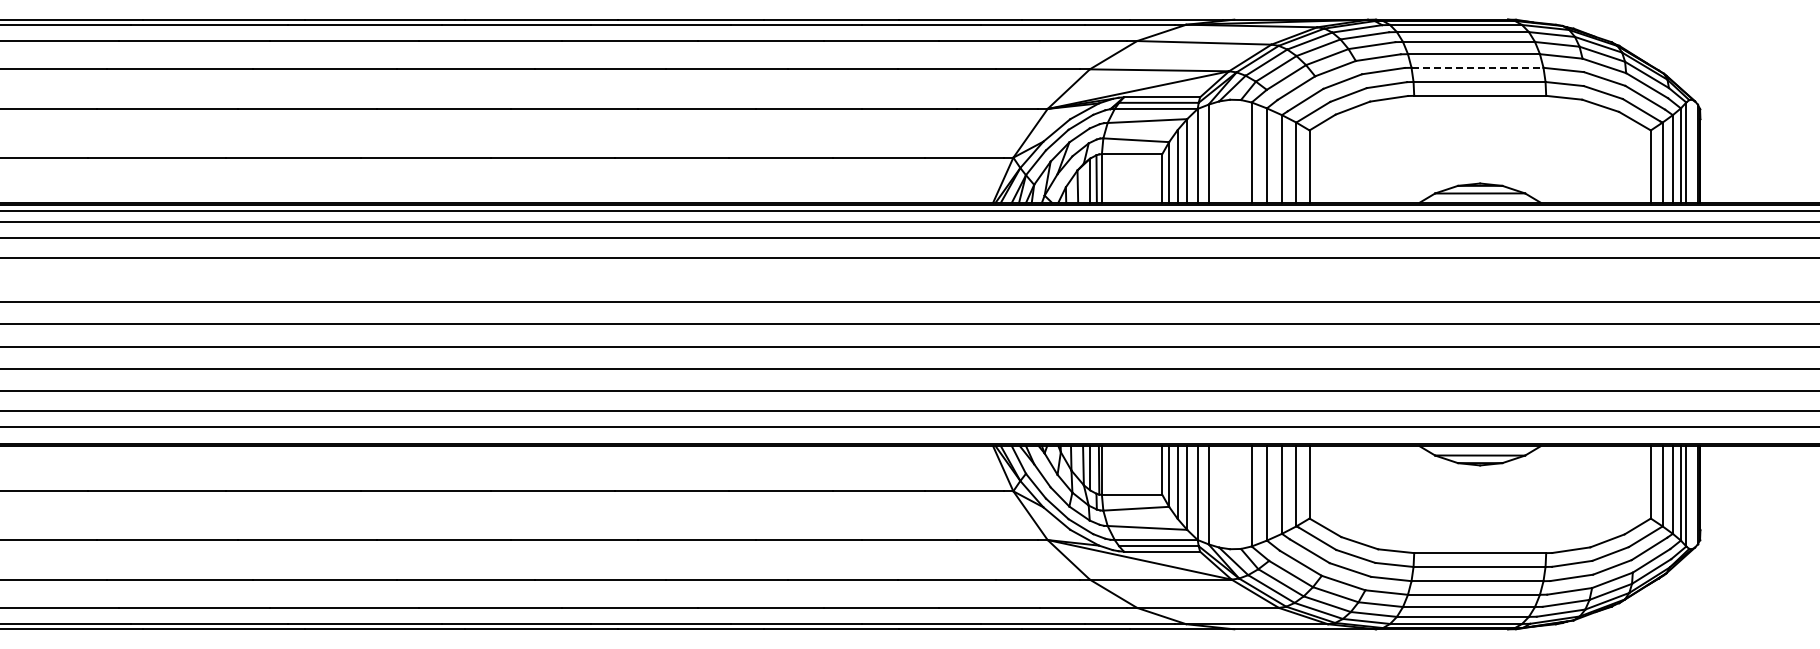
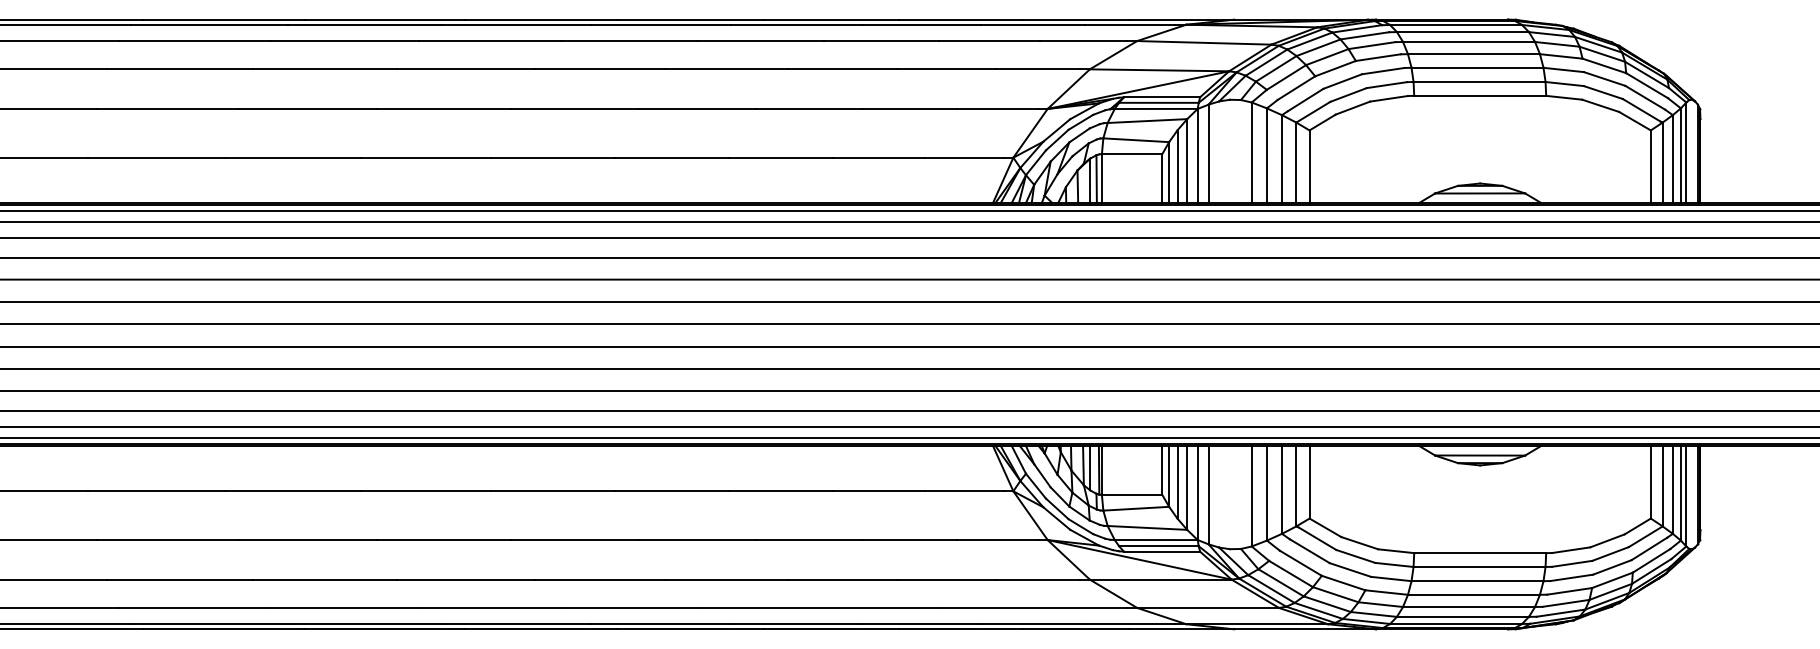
line at (1477, 67): dashed -> solid
line at (909, 279): none -> present
line at (909, 437): none -> present
